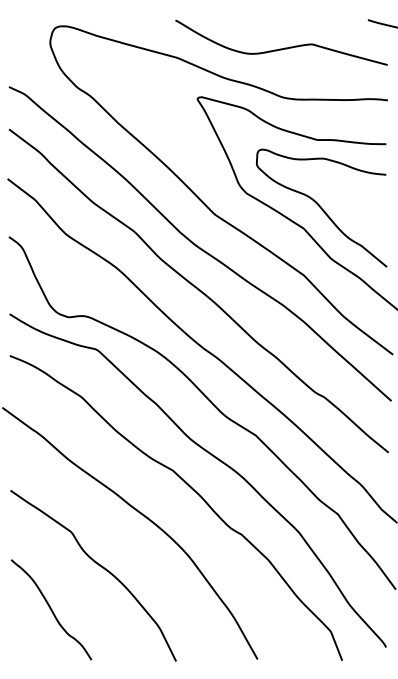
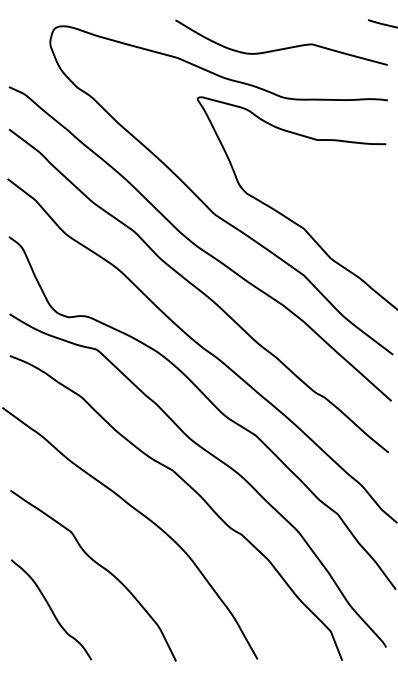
curve at (321, 207): present -> none
